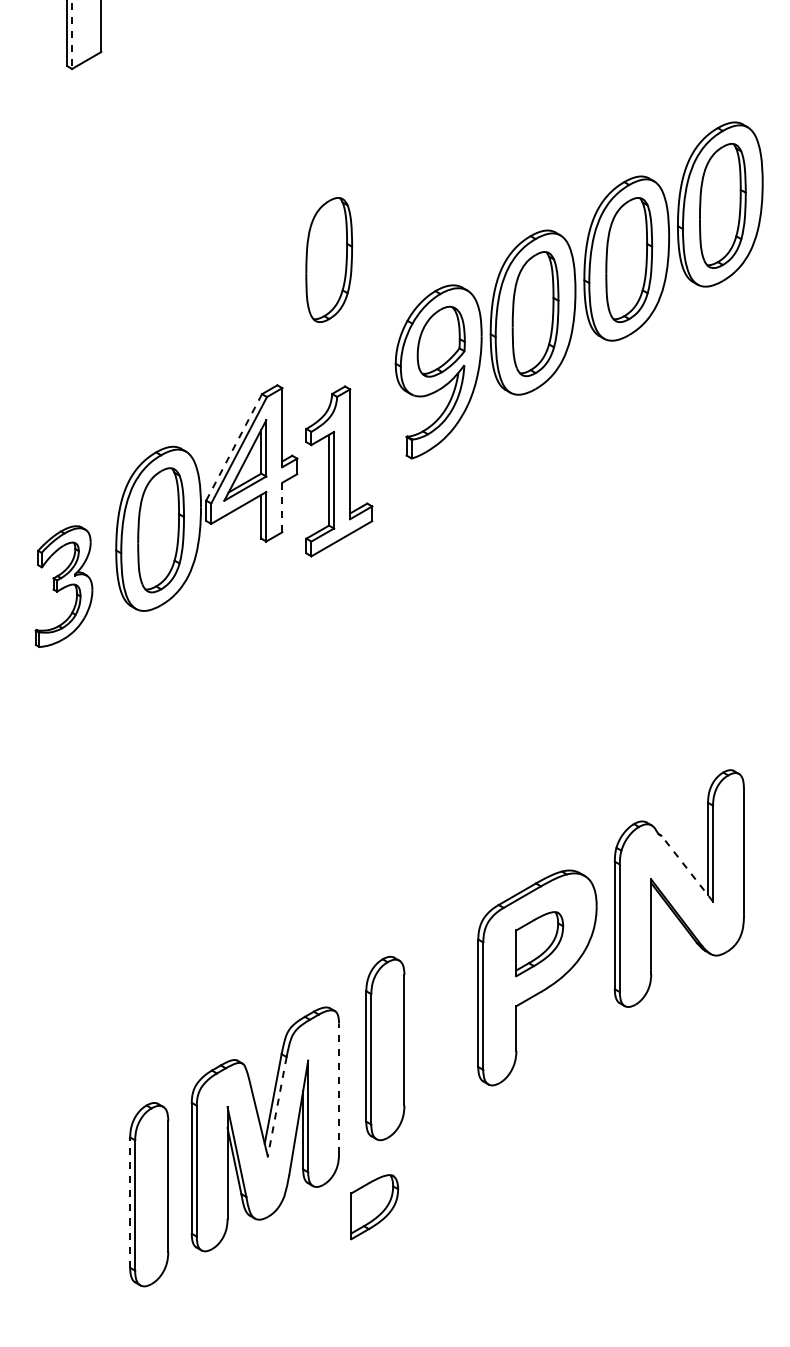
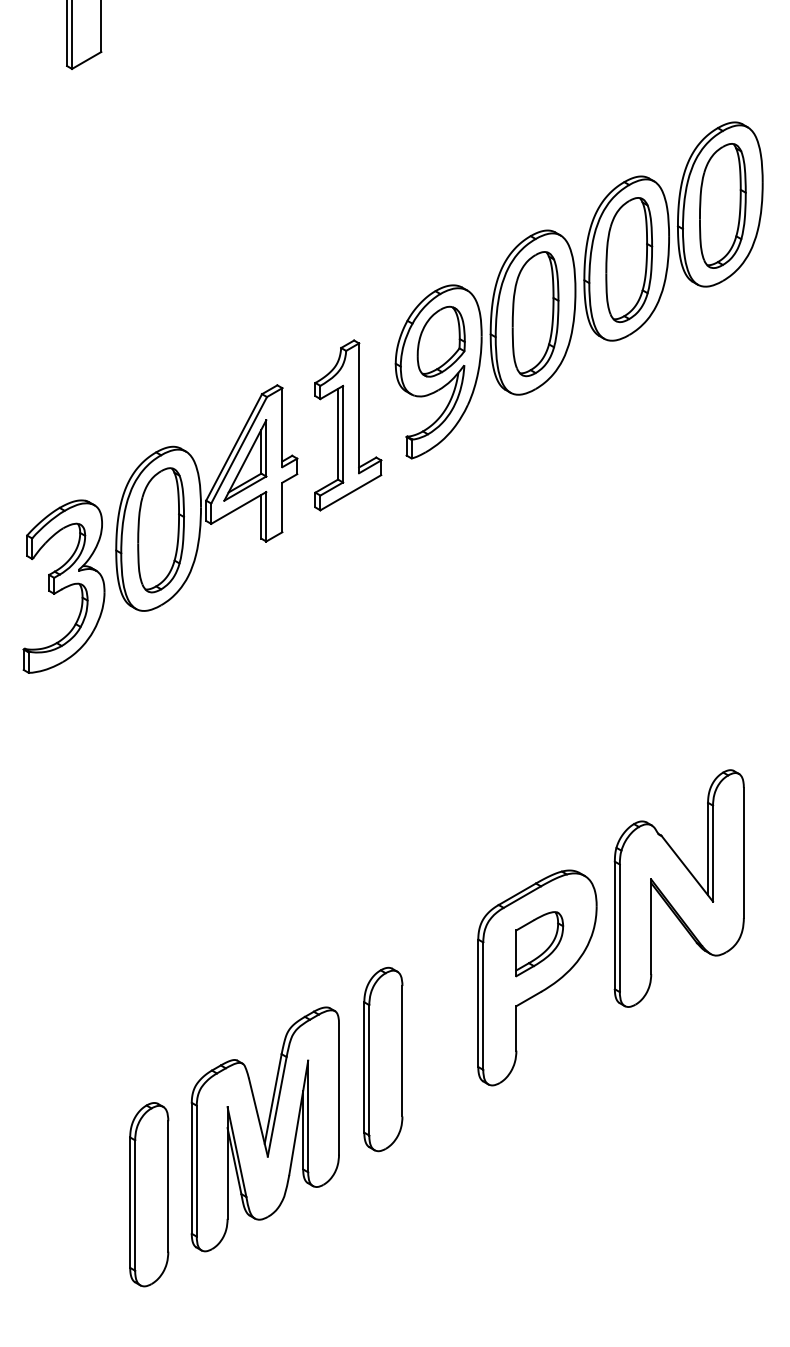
line at (72, 35): dashed -> solid
part at (329, 259): present -> none
line at (234, 446): dashed -> solid
part at (339, 471) position: (339, 471) -> (348, 425)
line at (282, 507): dashed -> solid
part at (63, 586) size: 60x123 px -> 84x175 px
line at (687, 868): dashed -> solid
part at (385, 1048) position: (385, 1048) -> (383, 1059)
line at (339, 1088): dashed -> solid
line at (277, 1106): dashed -> solid
line at (130, 1202): dashed -> solid
part at (374, 1207): present -> none
